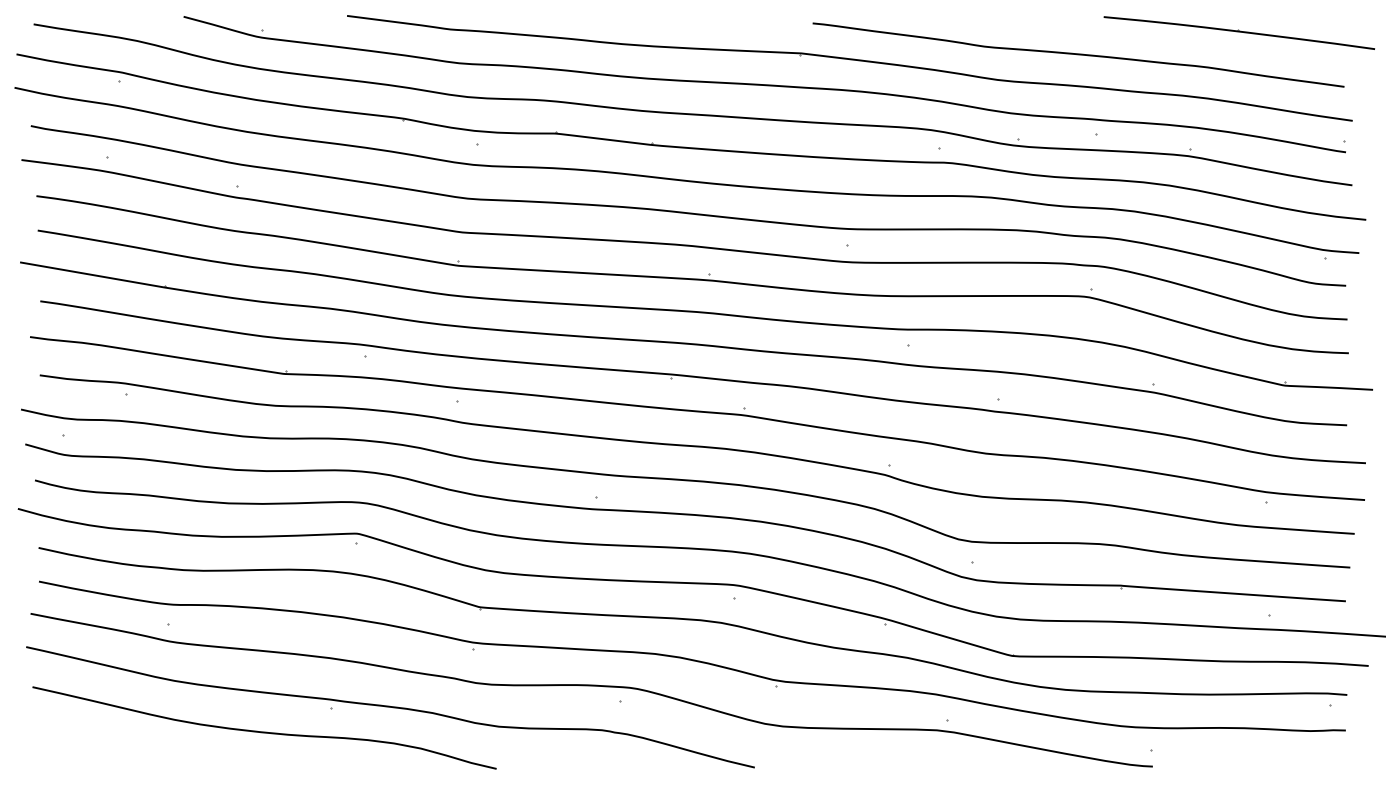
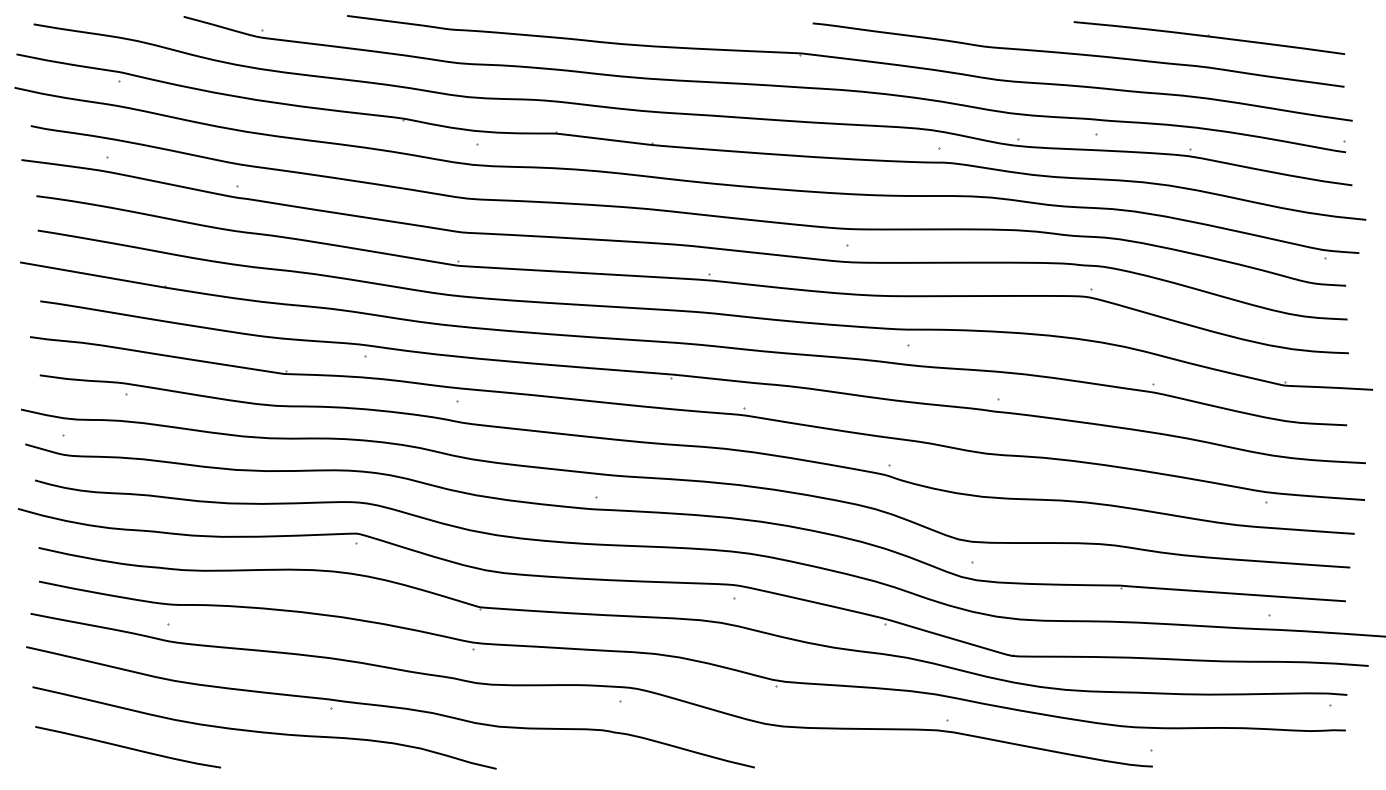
part at (1239, 32) position: (1239, 32) -> (1209, 37)
curve at (127, 747): none -> present
